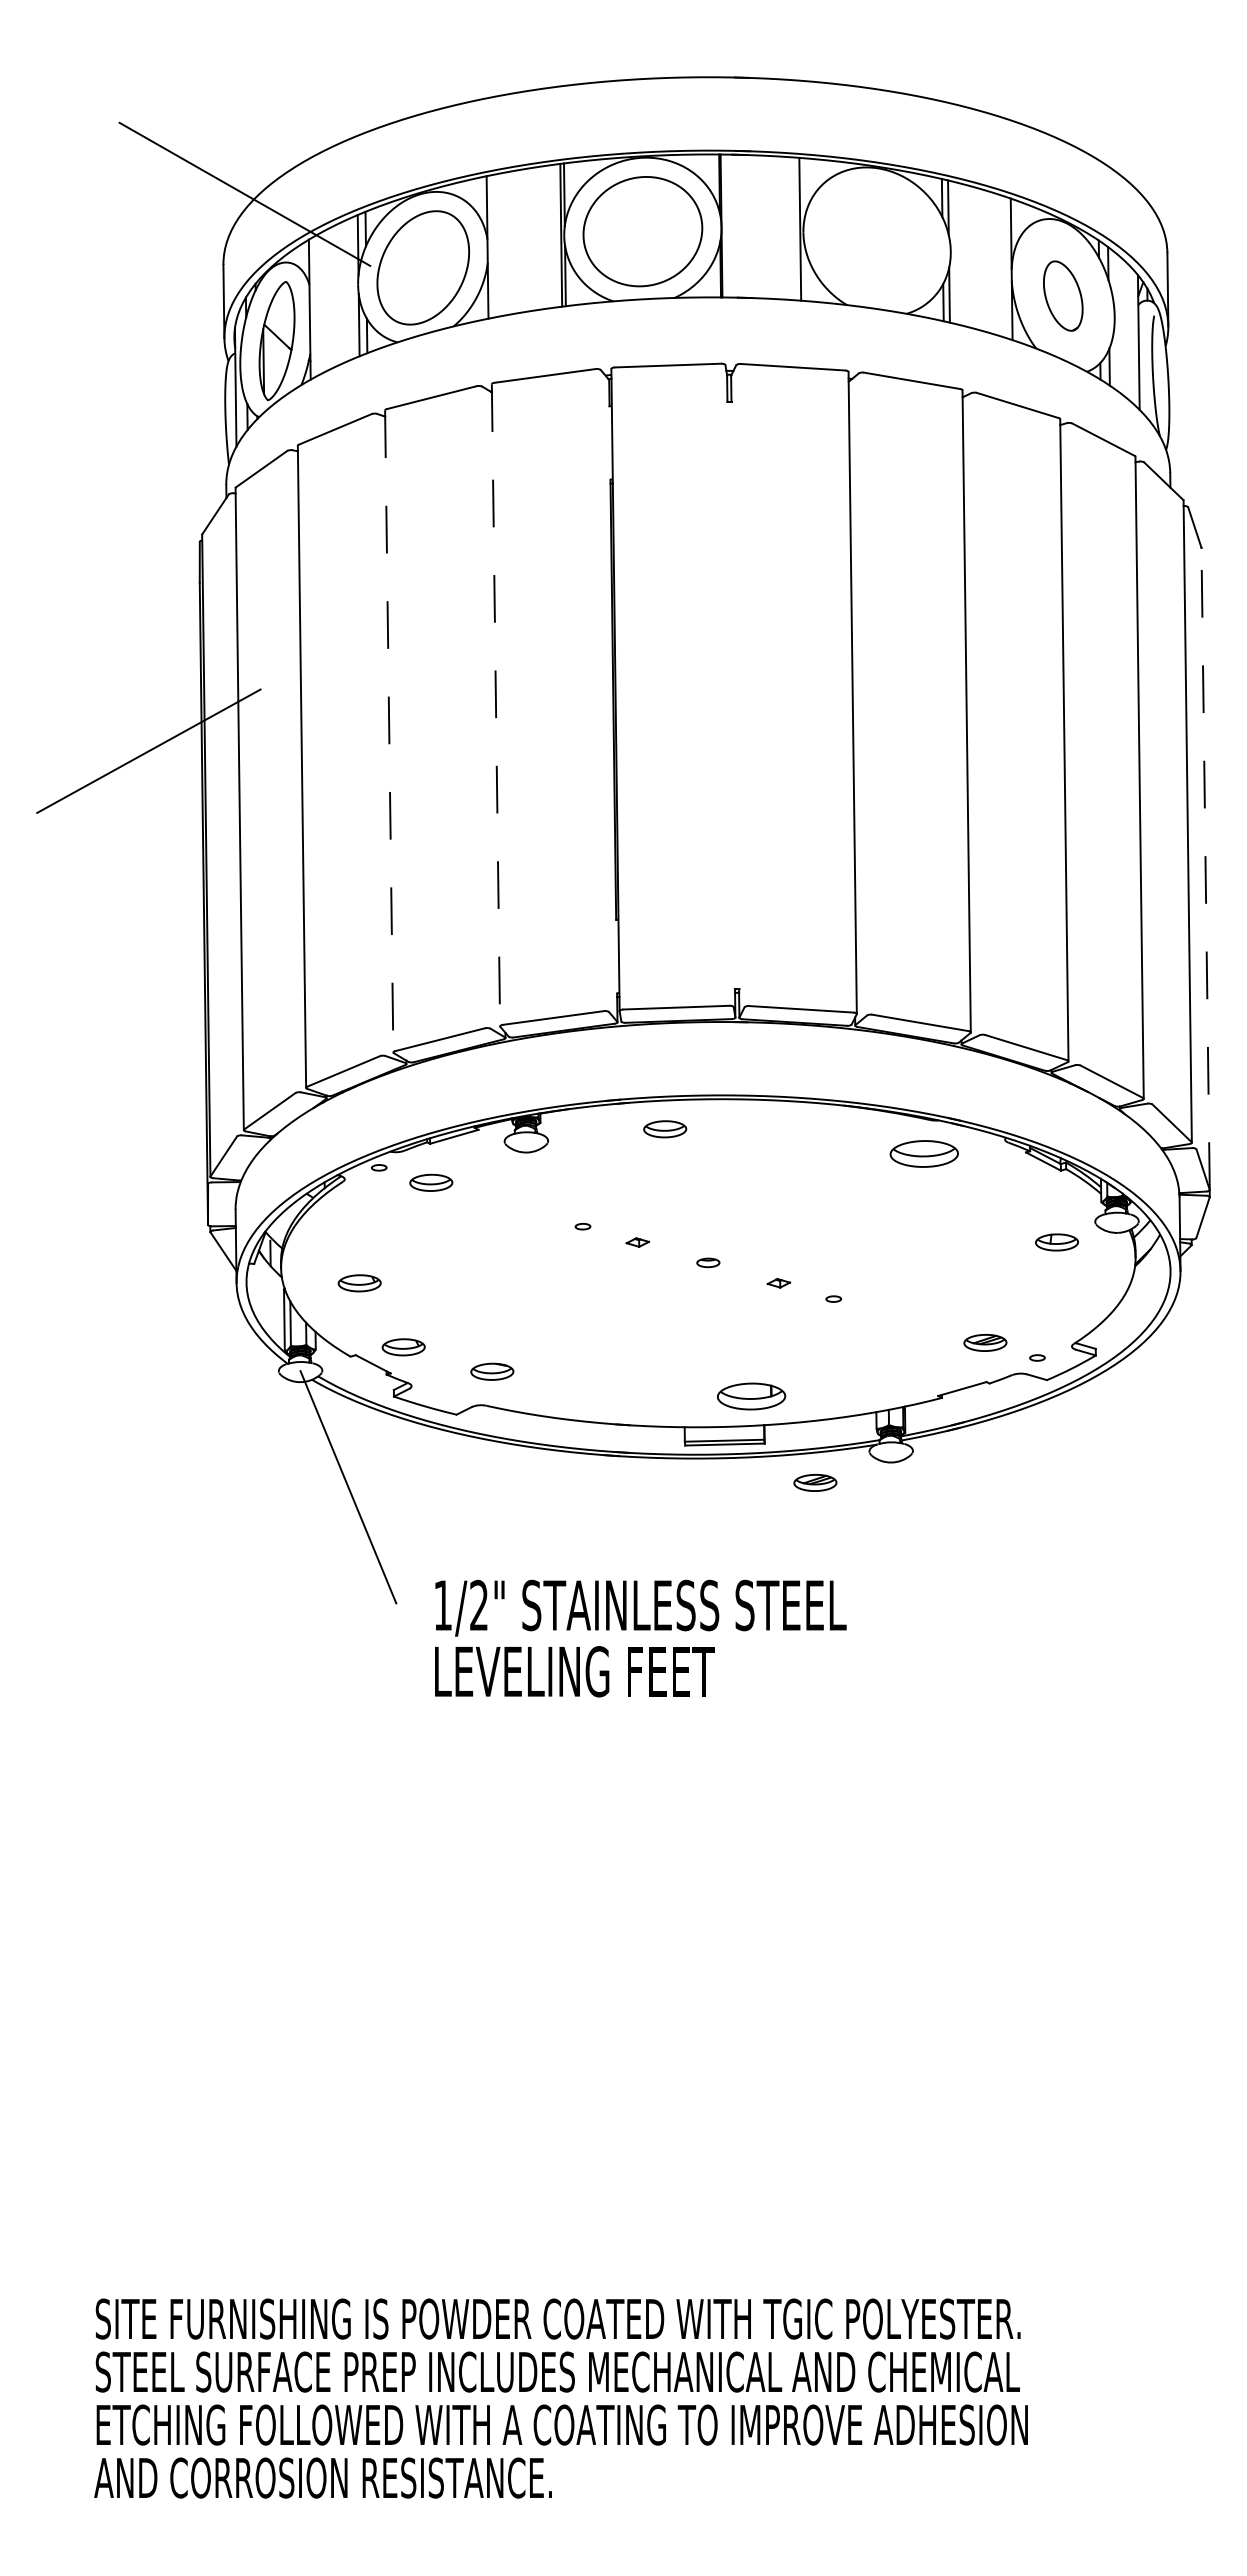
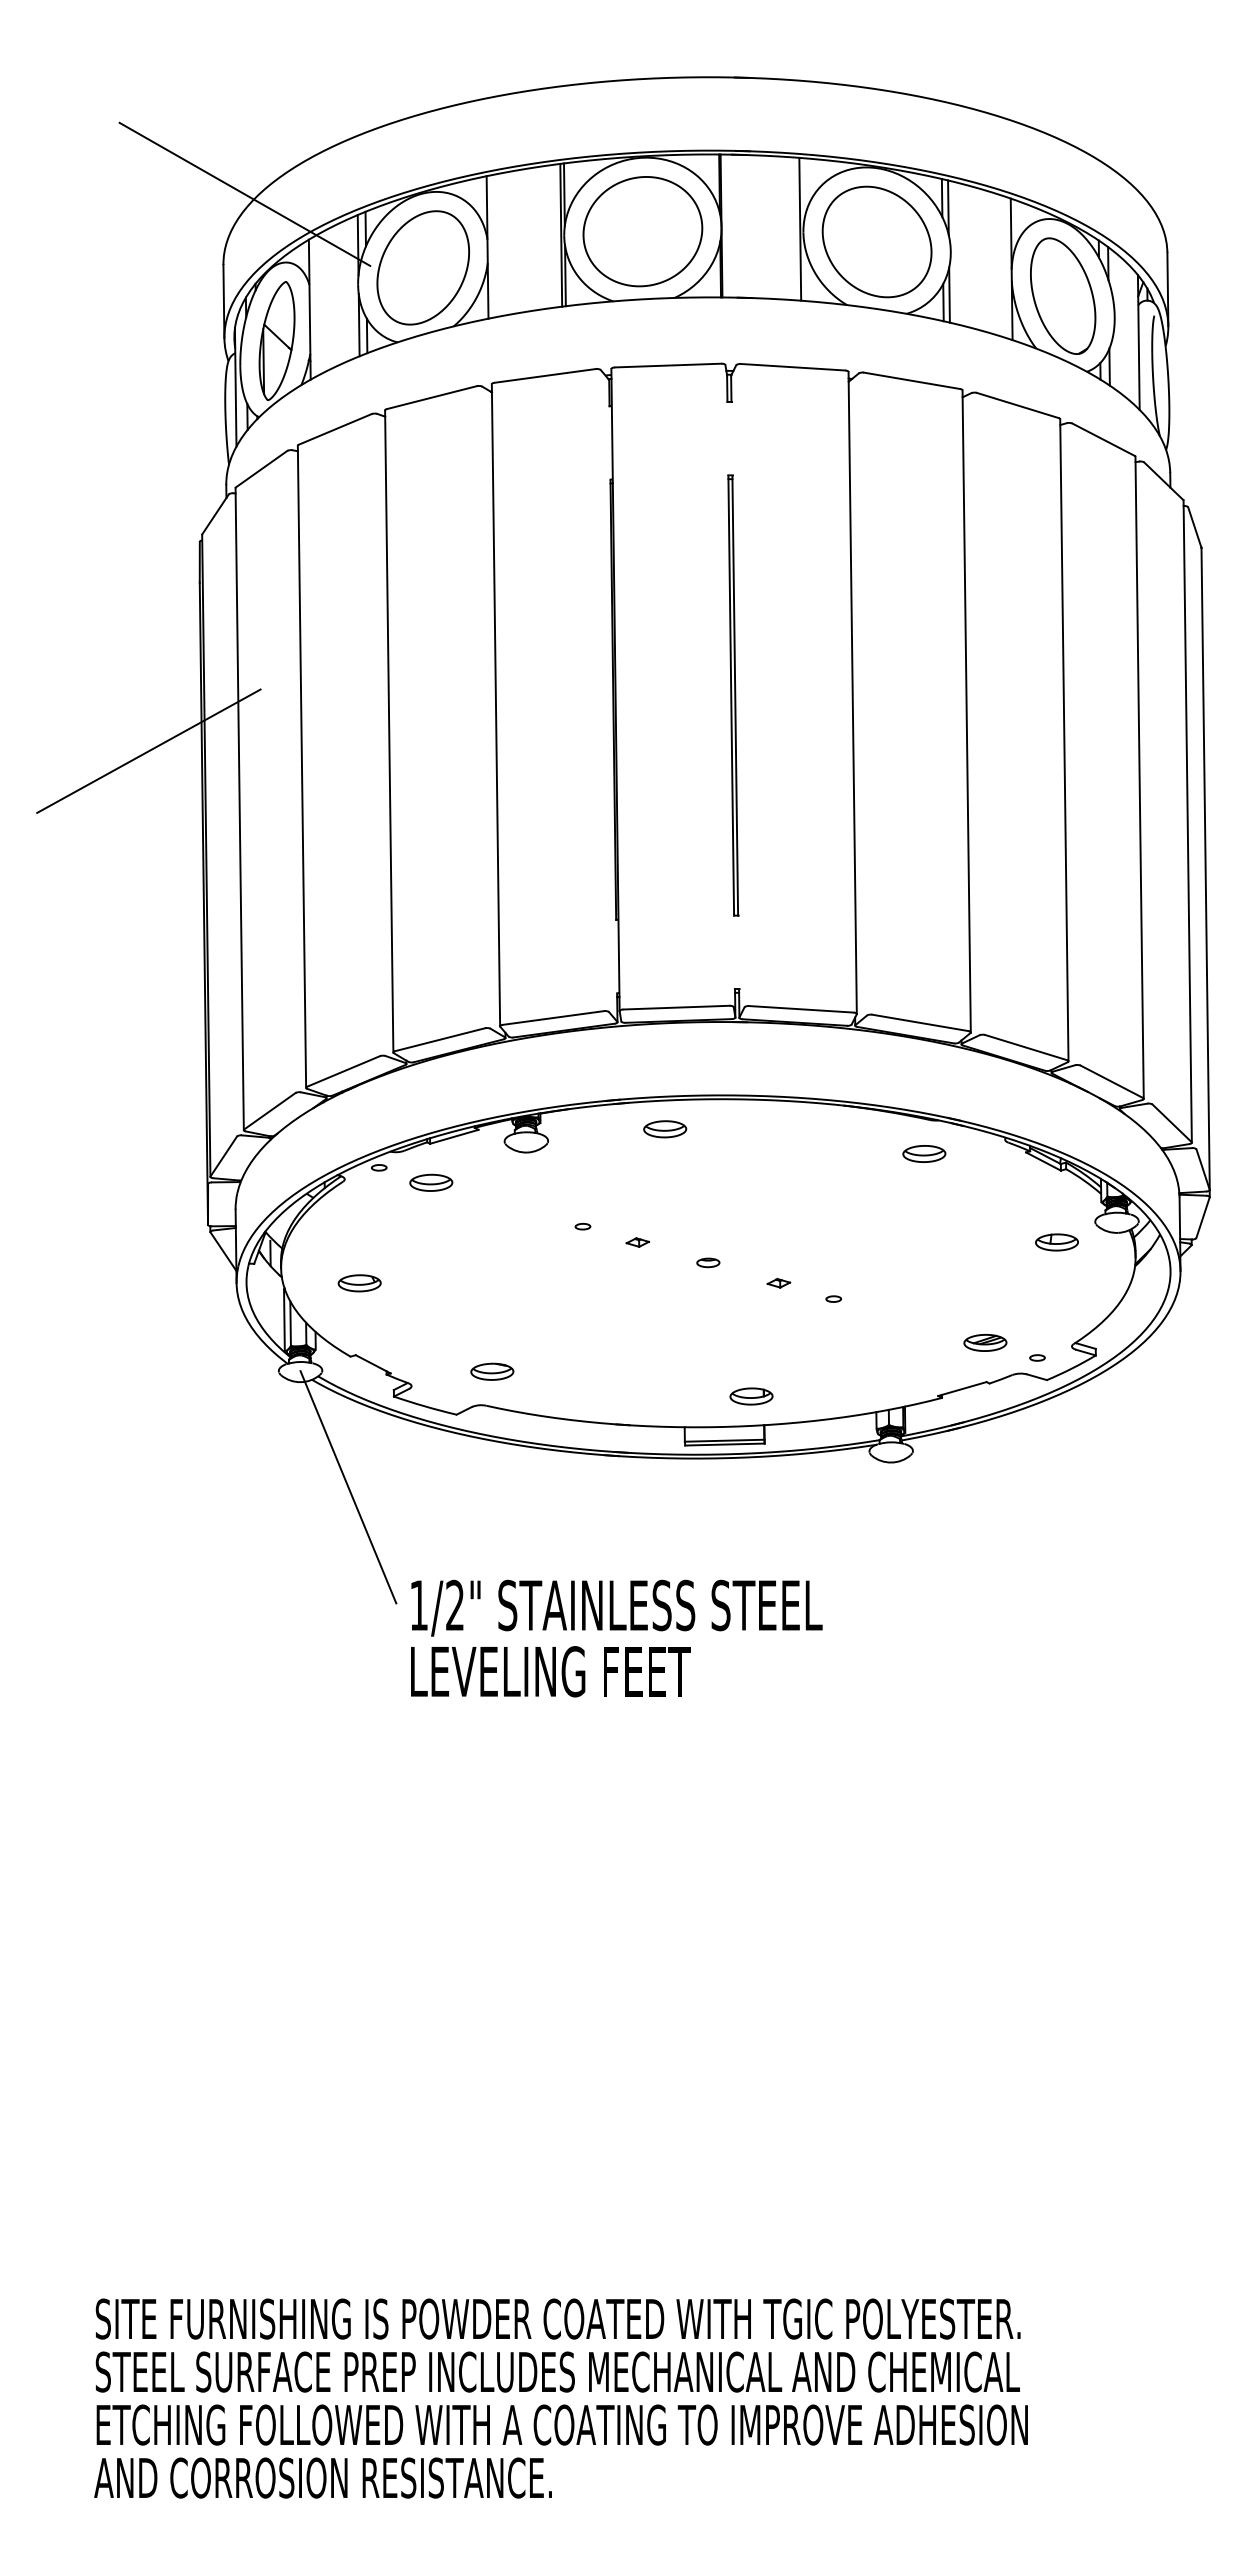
part at (876, 241): none -> present
part at (1063, 295) size: 41x72 px -> 67x118 px
part at (733, 695): none -> present
line at (496, 705): dashed -> solid
line at (389, 731): dashed -> solid
line at (1205, 868): dashed -> solid
part at (923, 1153) size: 70x28 px -> 45x18 px
part at (403, 1347): present -> none
part at (751, 1396) size: 70x29 px -> 45x19 px
part at (815, 1482): present -> none
text at (640, 1638) position: (640, 1638) -> (616, 1638)
